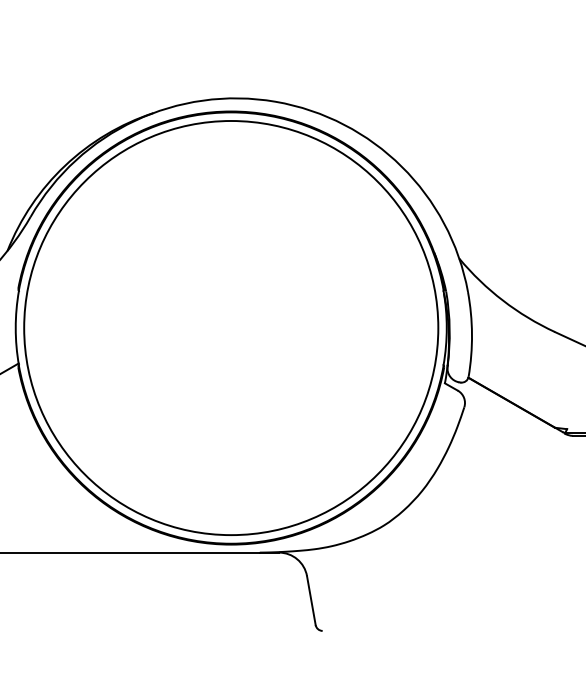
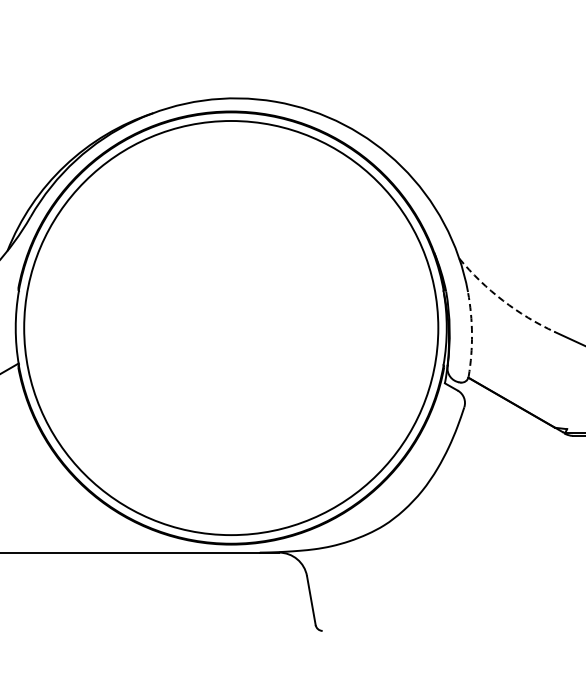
arc at (503, 300): solid -> dashed
arc at (472, 334): solid -> dashed
